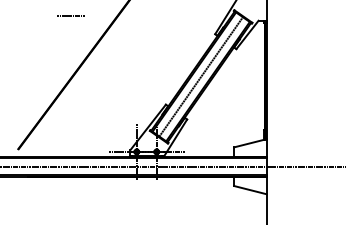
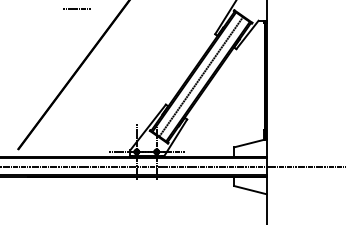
line at (70, 15) position: (70, 15) -> (76, 8)
